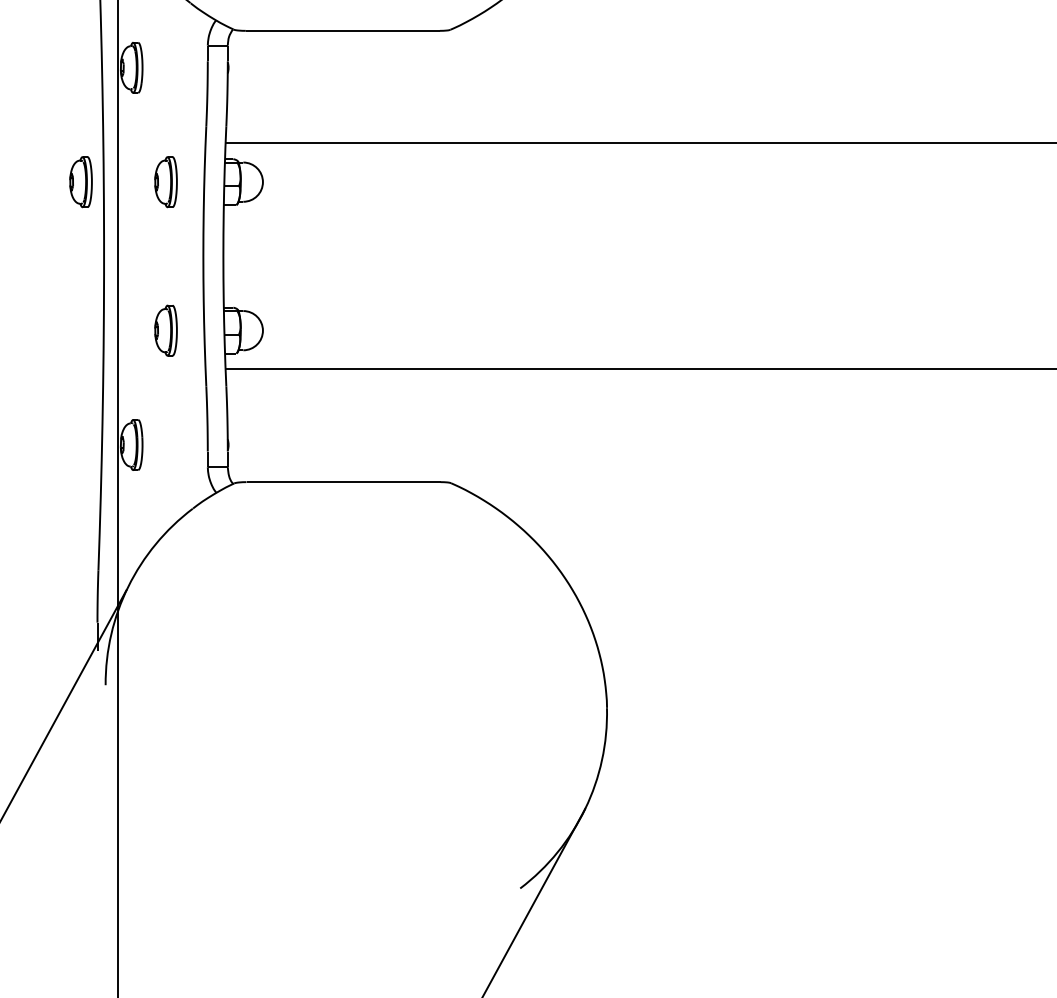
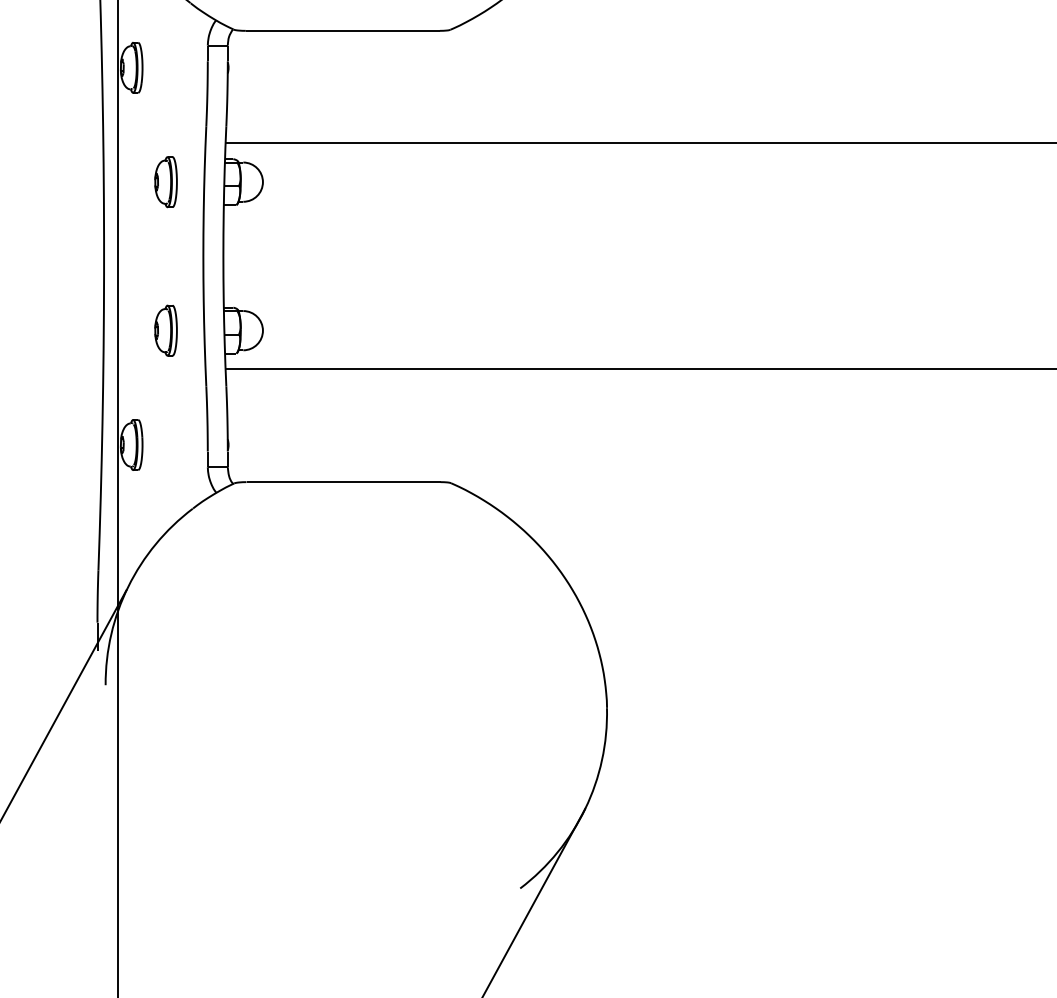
part at (80, 182): present -> none
